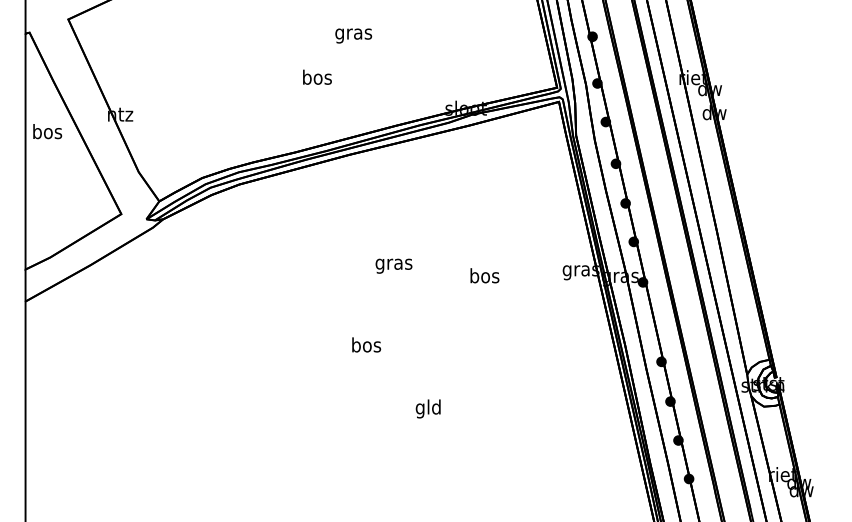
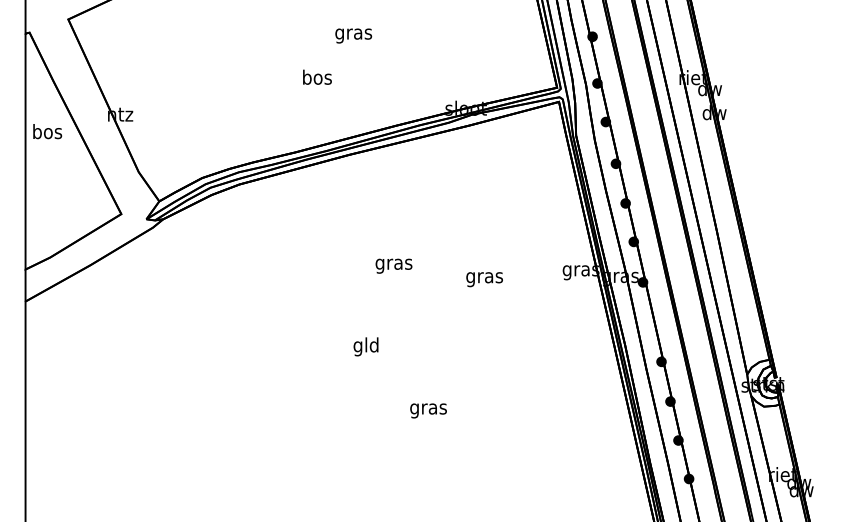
text at (484, 277): bos -> gras
text at (366, 346): bos -> gld
text at (428, 408): gld -> gras
